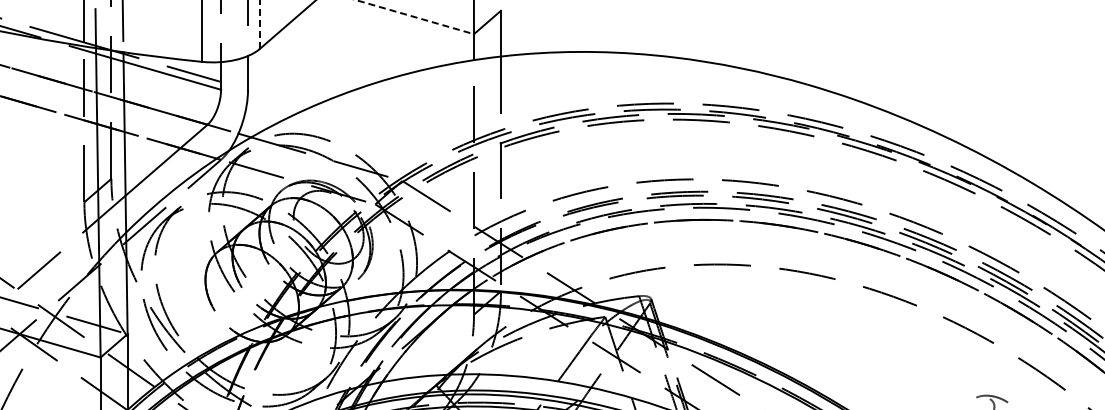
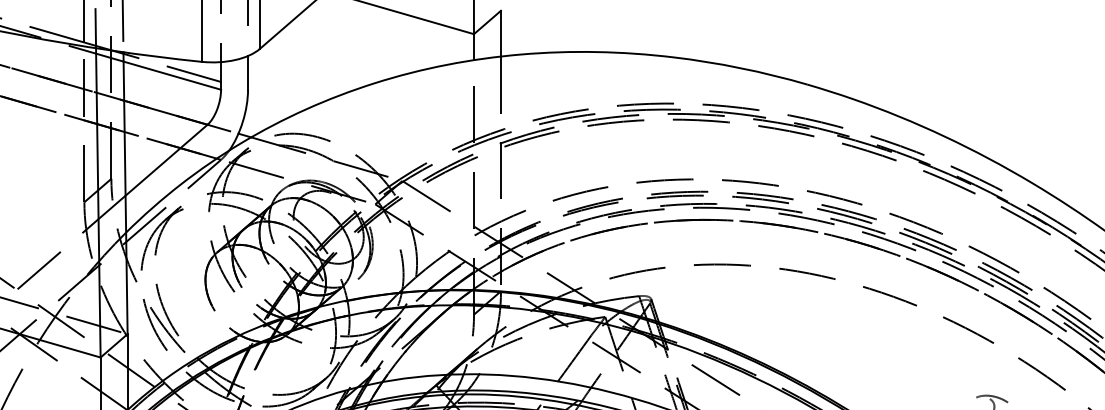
line at (415, 17): dashed -> solid
line at (259, 24): dashed -> solid
